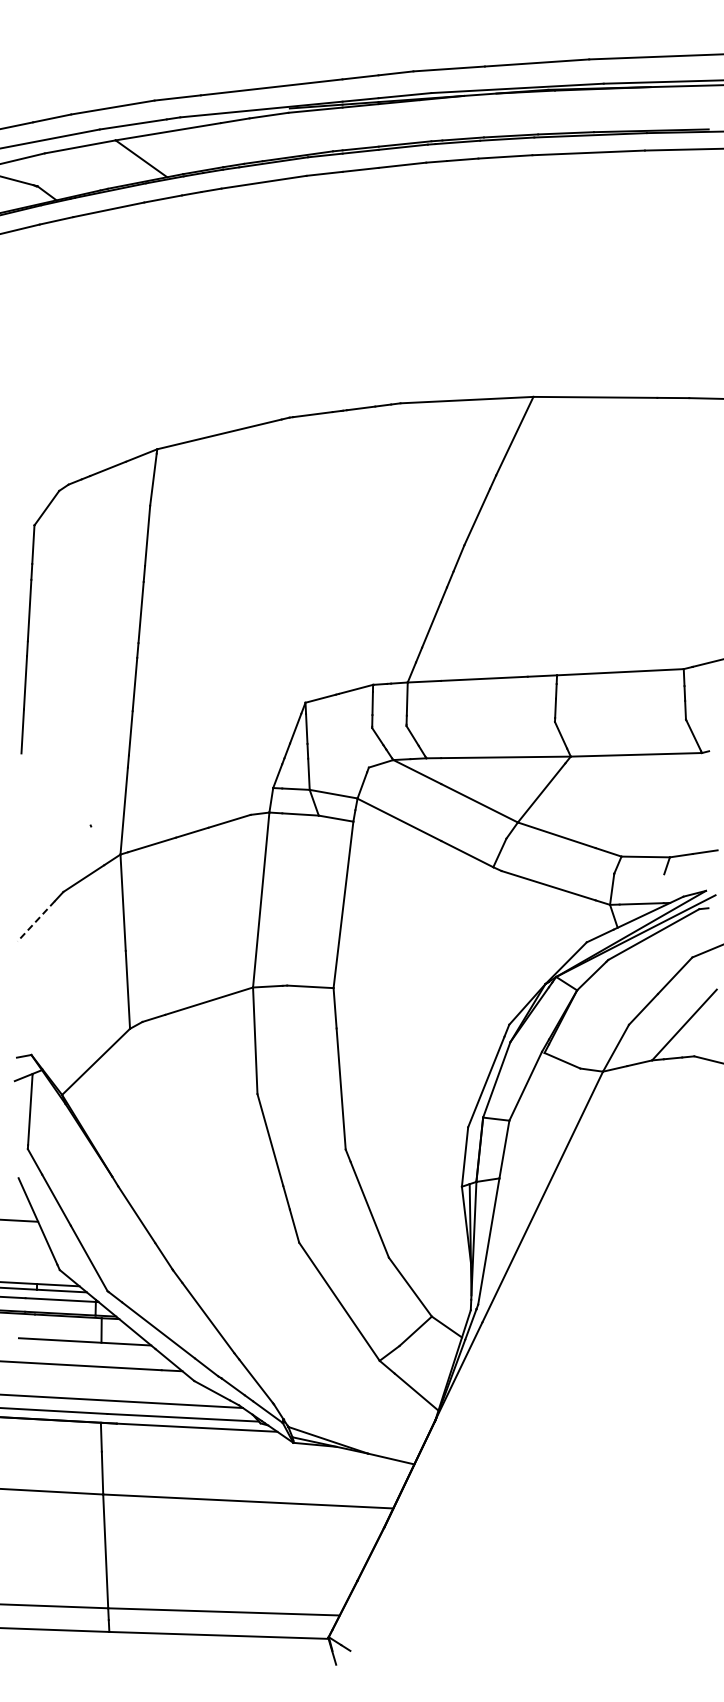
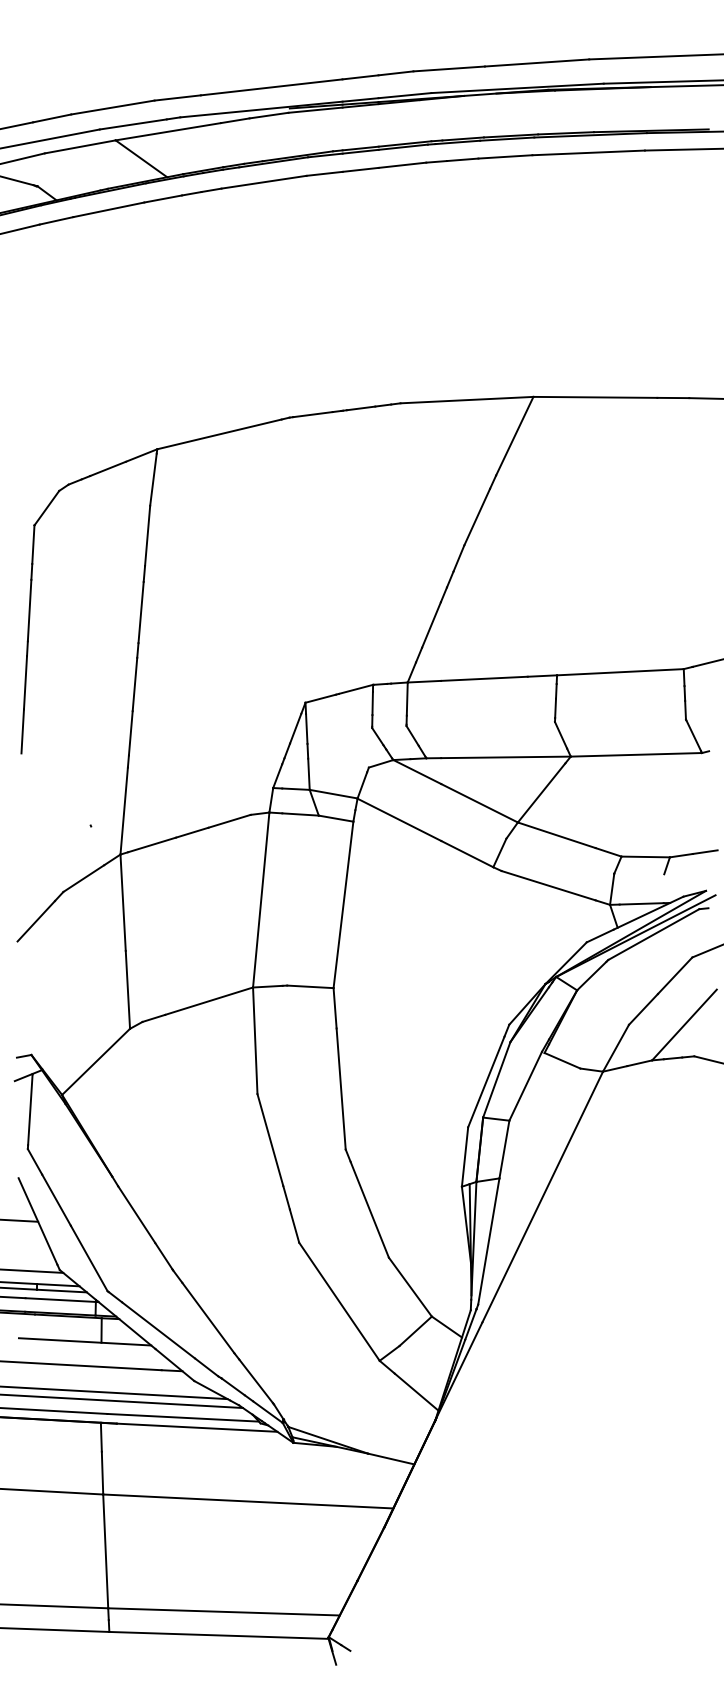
line at (36, 921): dashed -> solid
line at (32, 1270): none -> present
line at (114, 1392): none -> present
